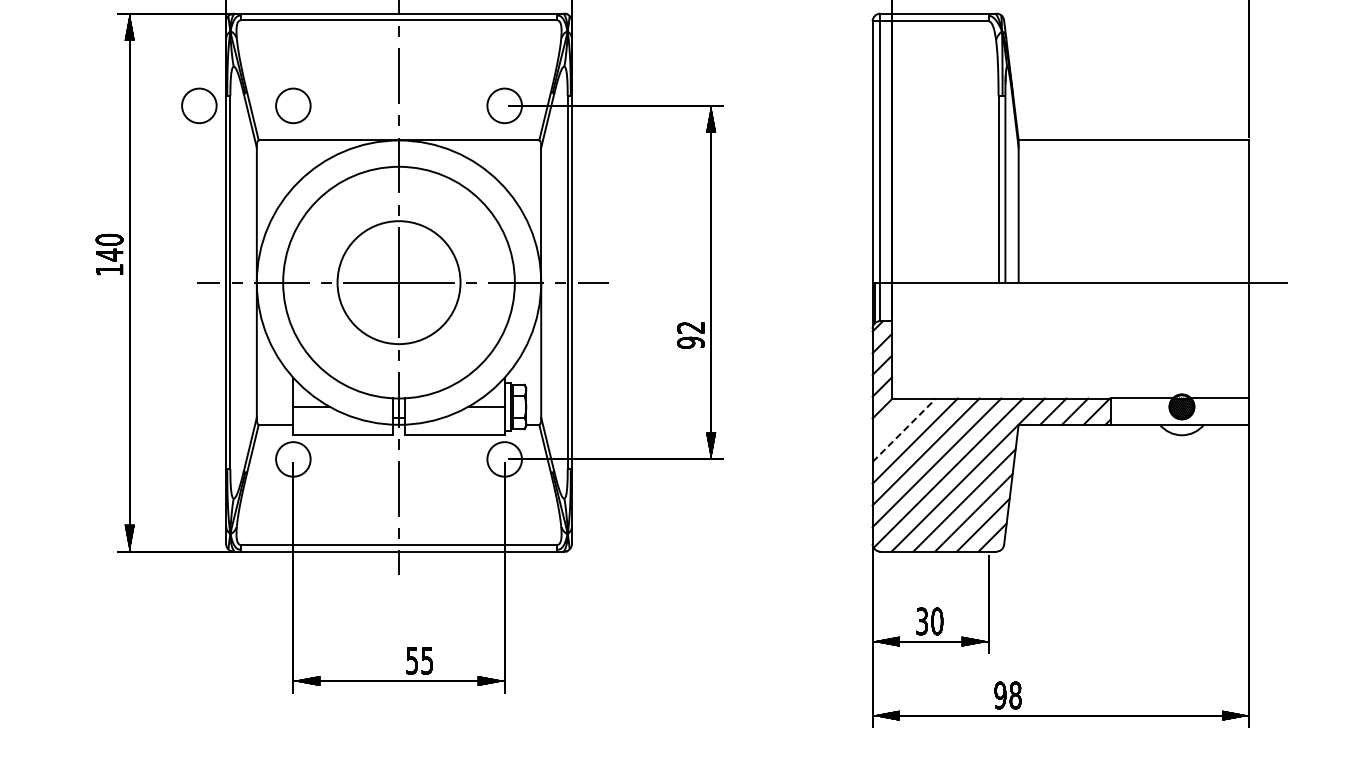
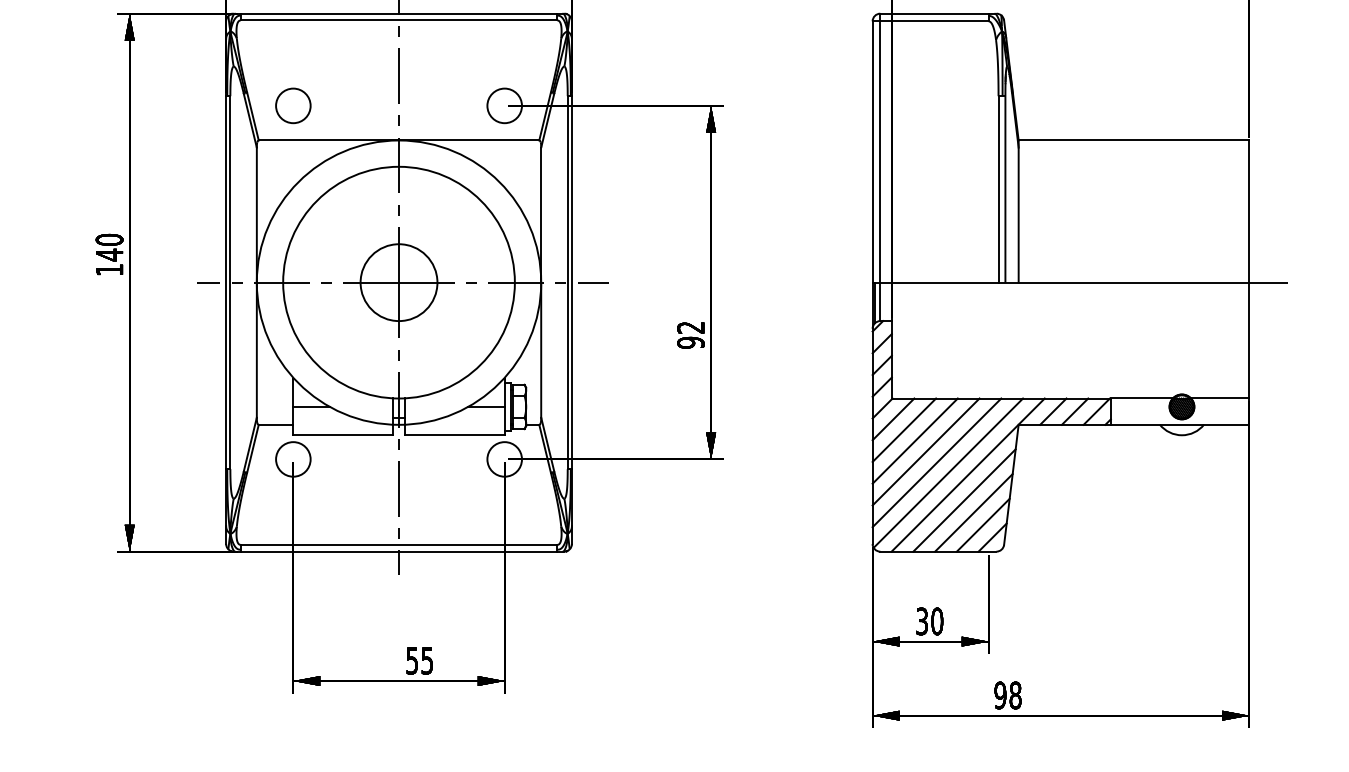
circle at (199, 105): present -> none
circle at (398, 282) diameter: 123 px -> 77 px
line at (893, 419): none -> present
line at (904, 430): dashed -> solid
